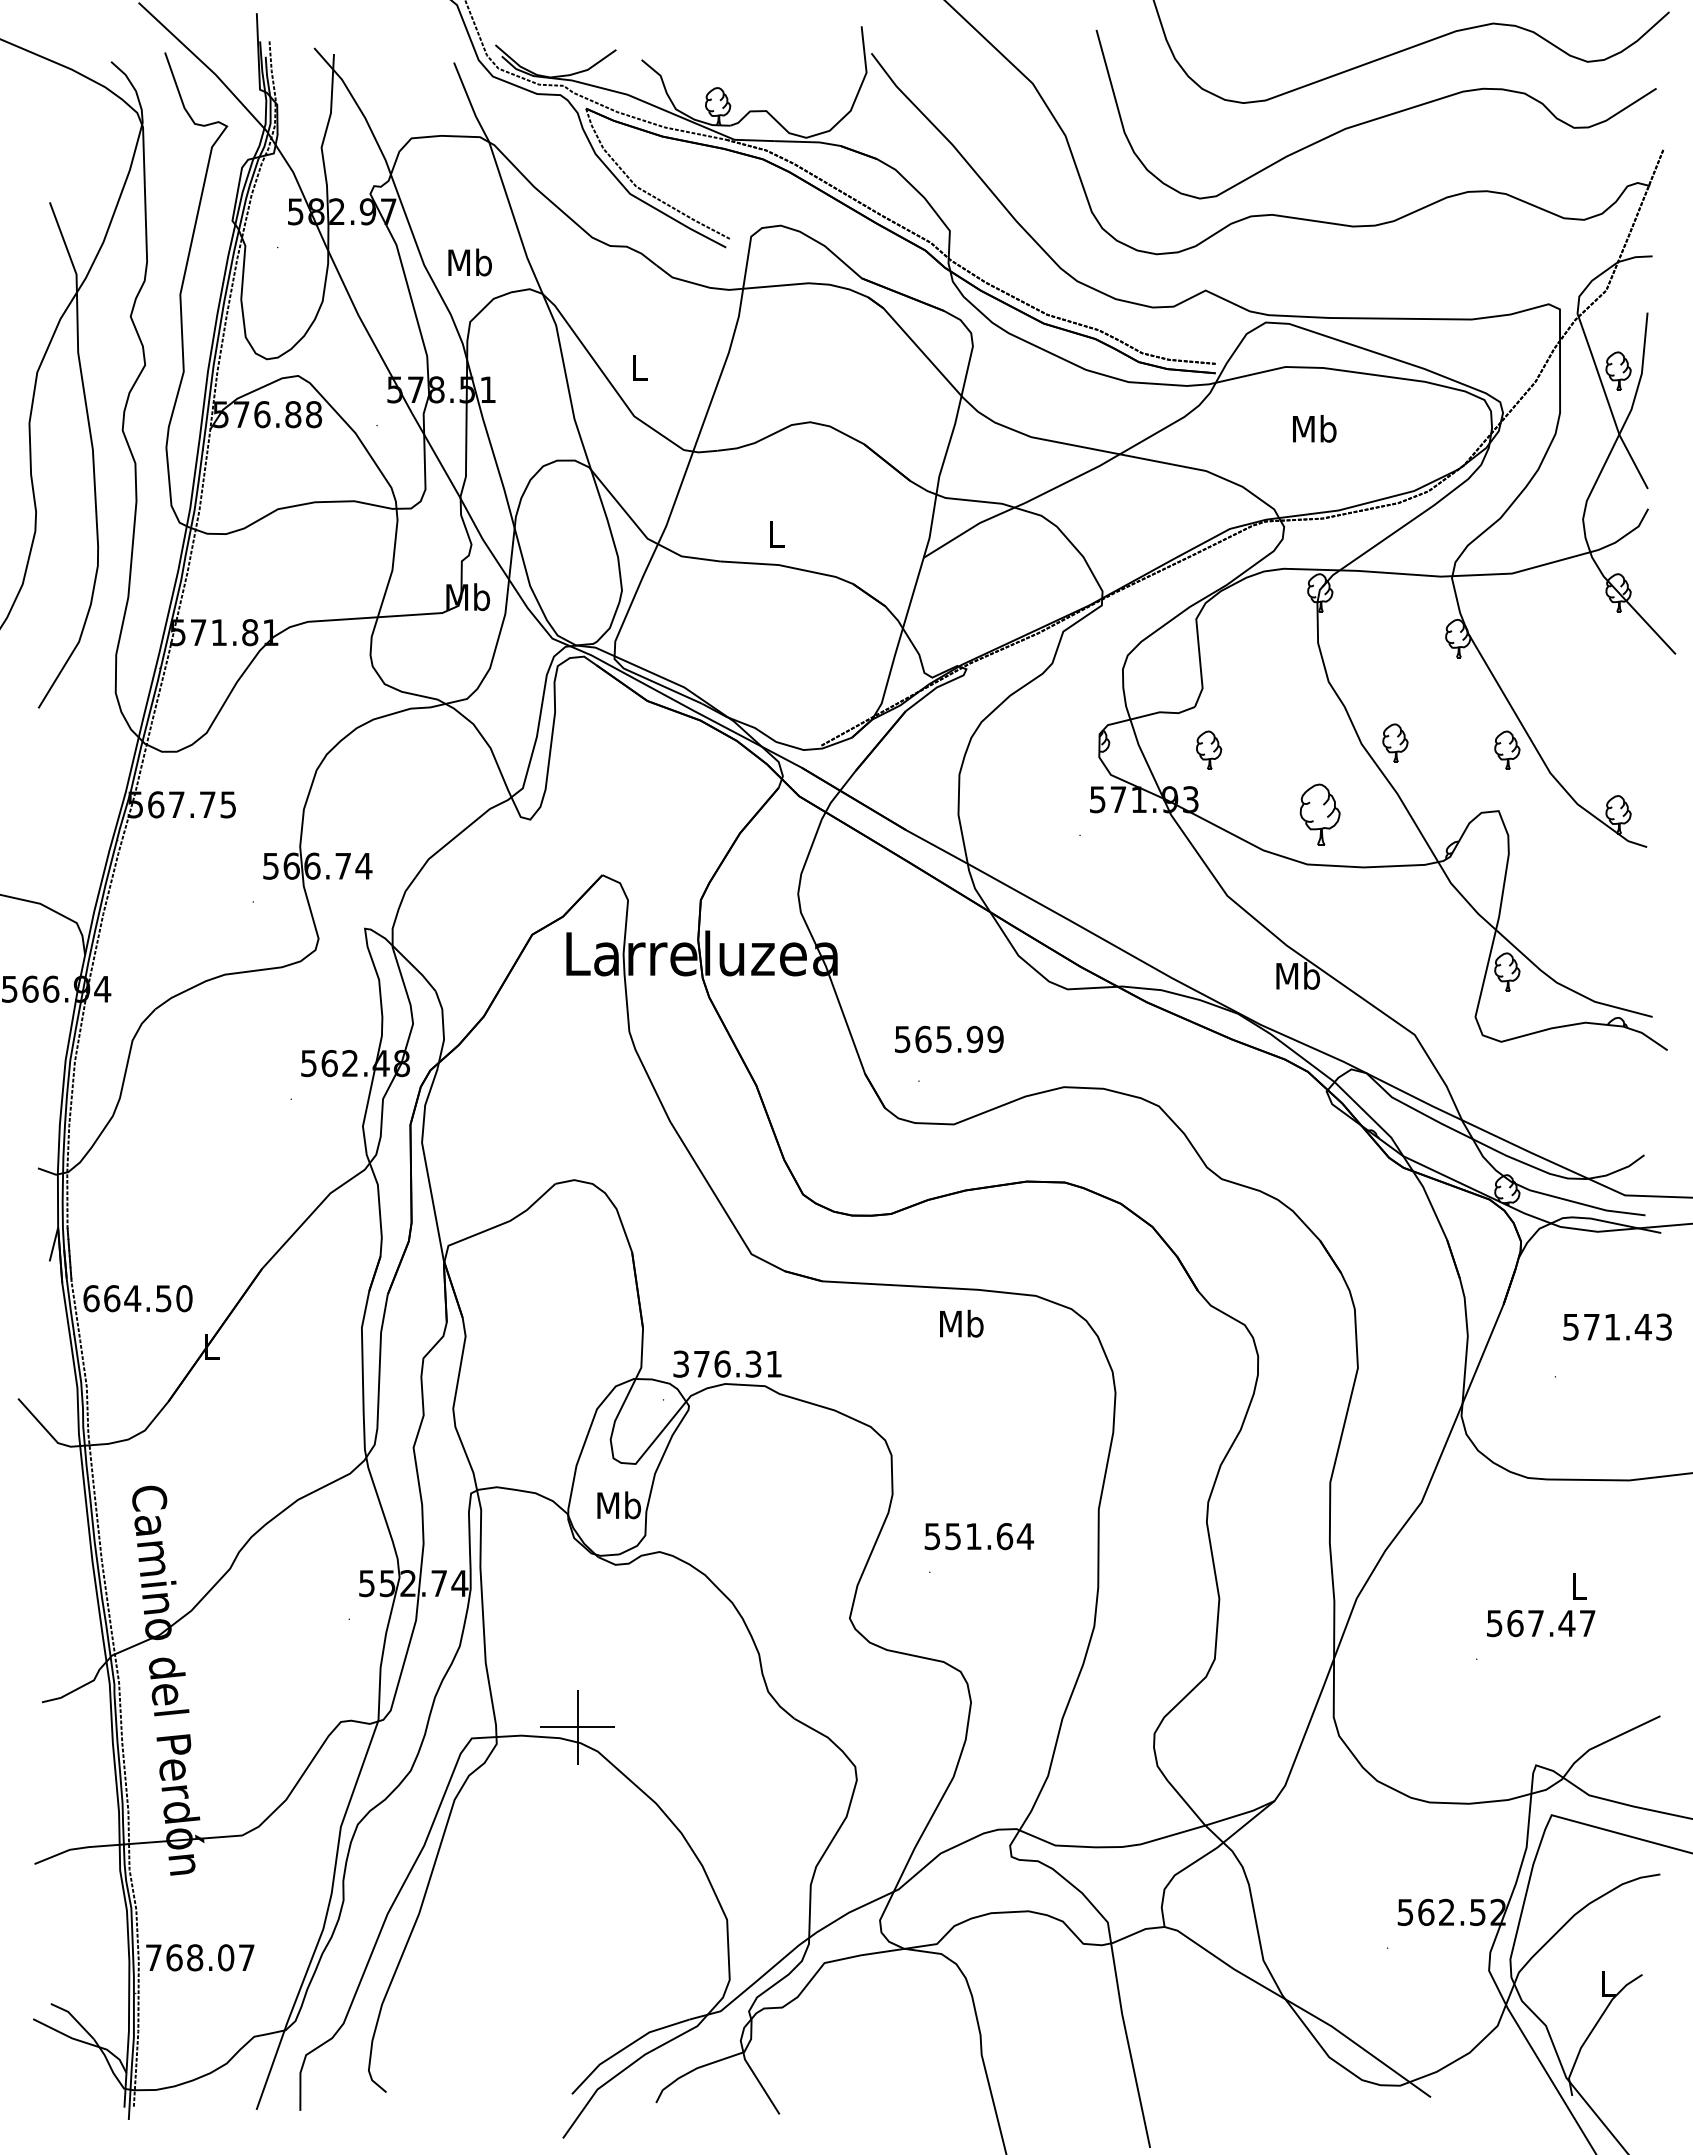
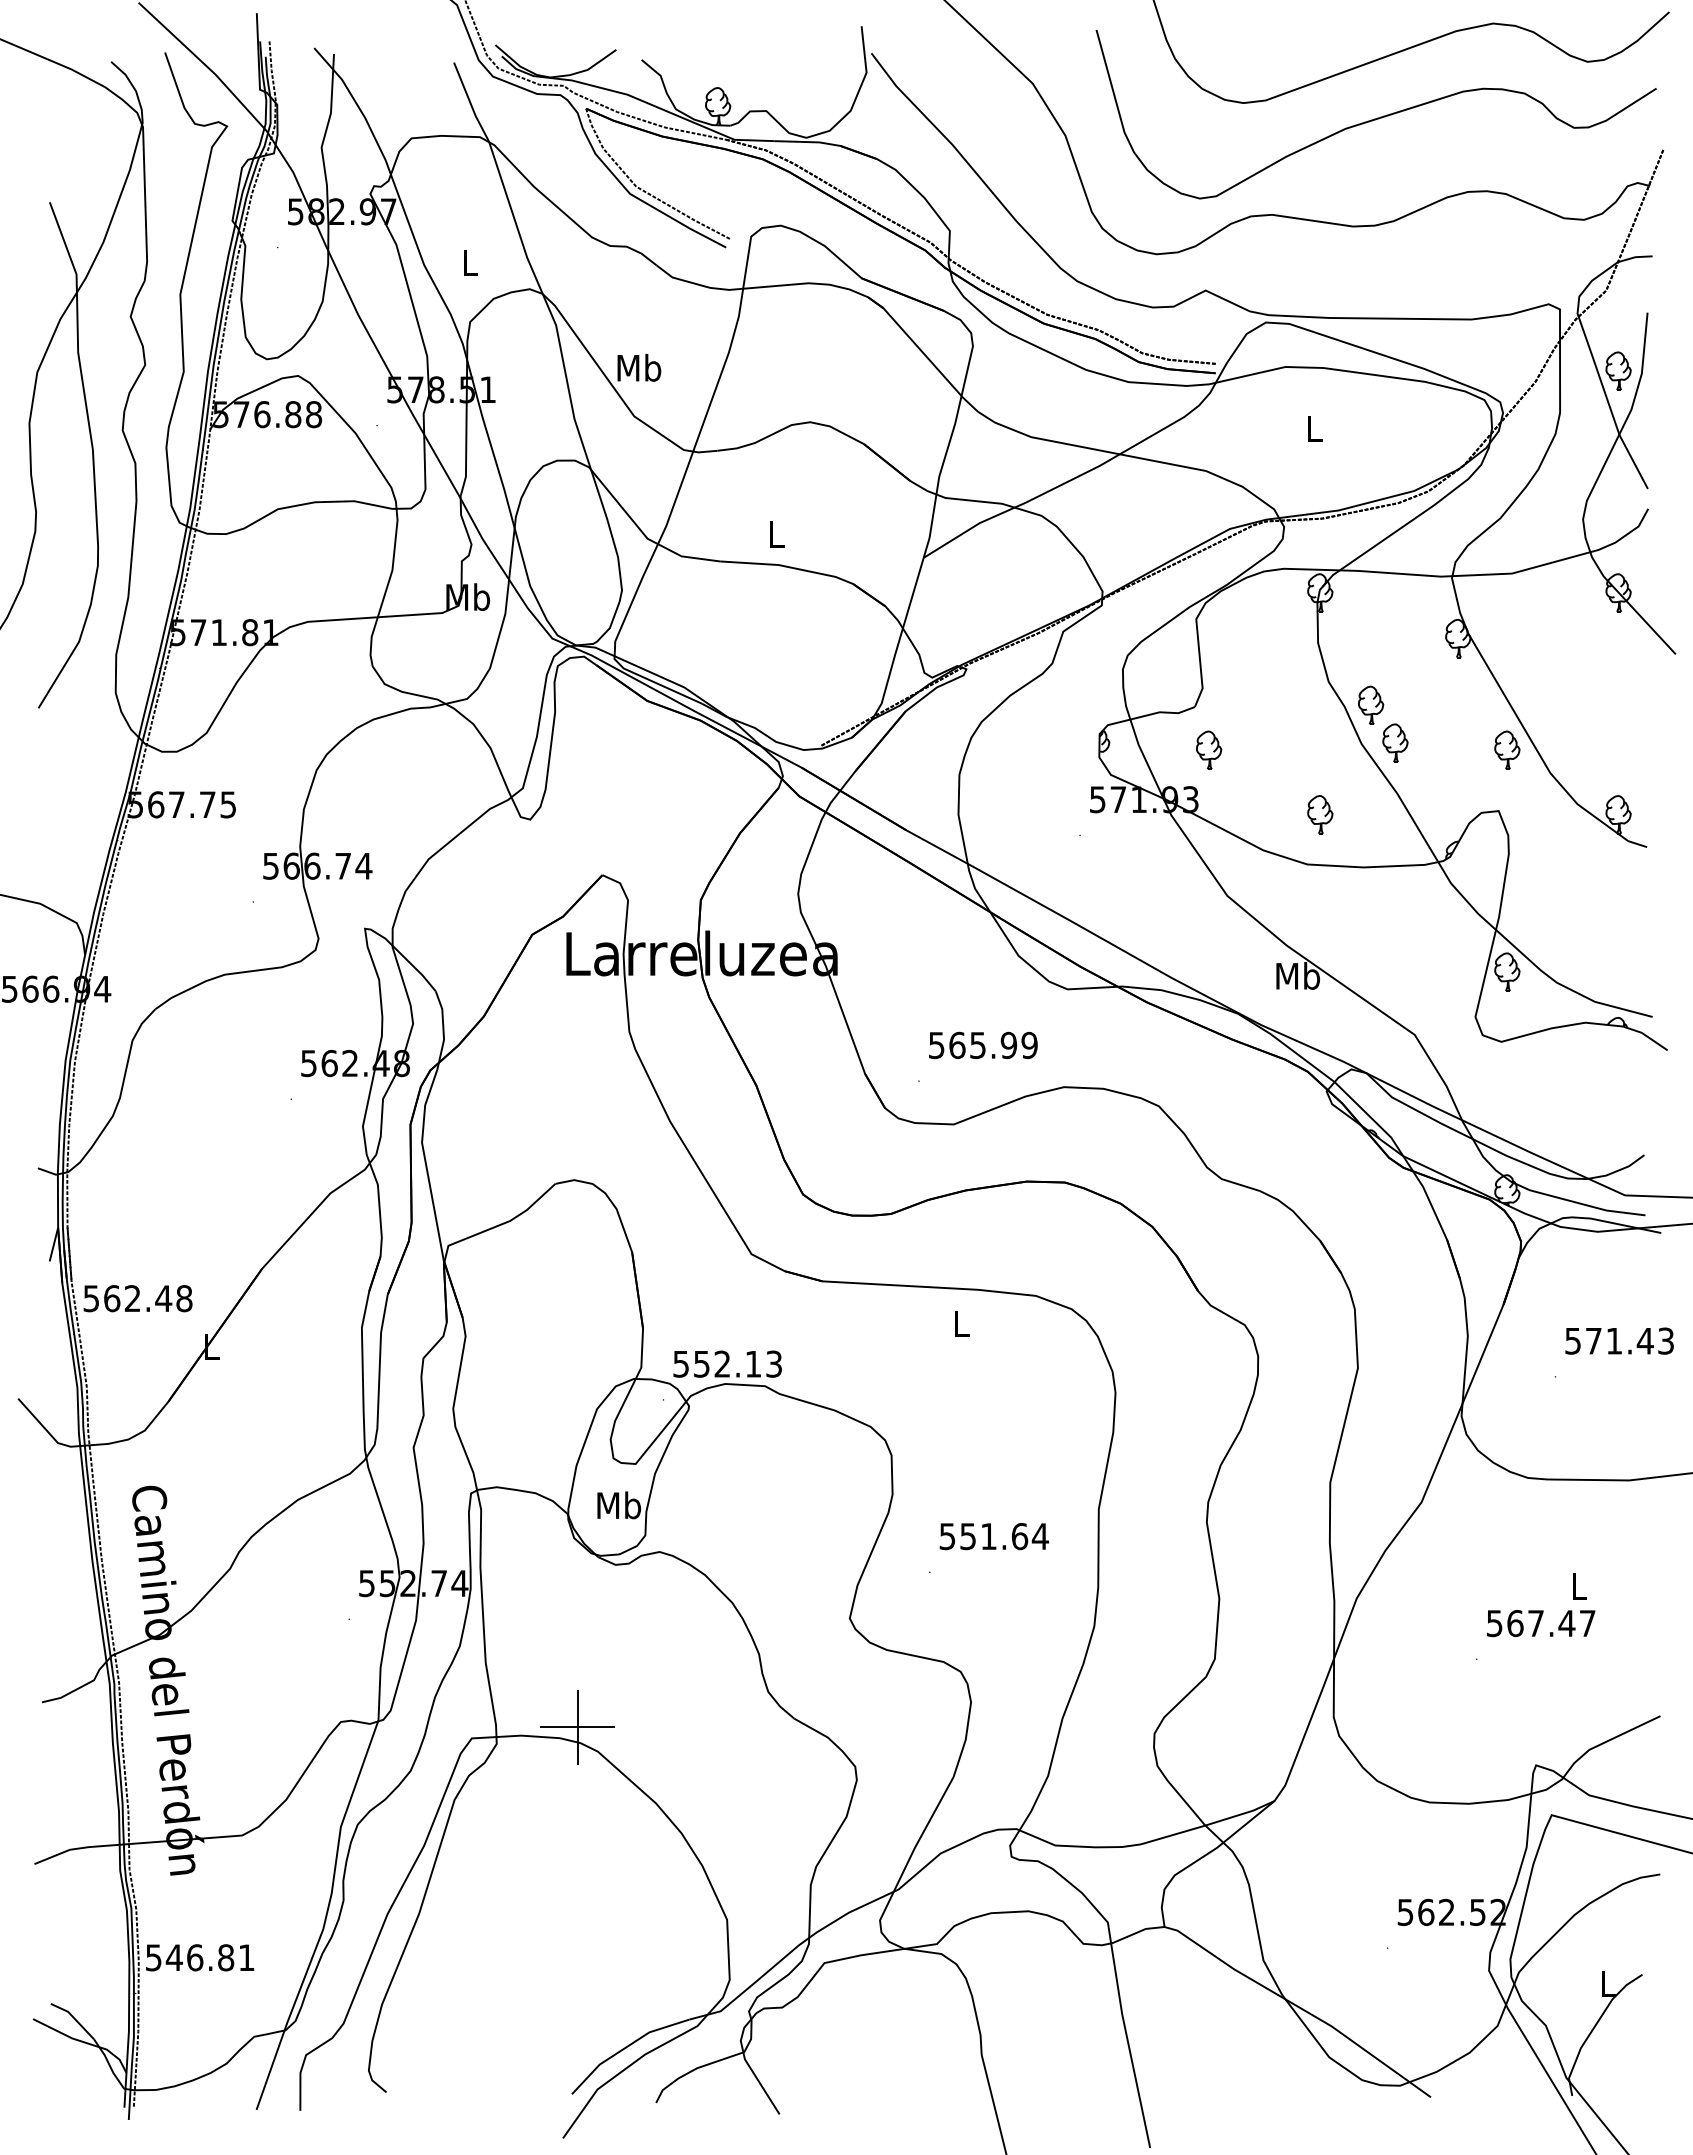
text at (469, 262): Mb -> L
text at (639, 367): L -> Mb
text at (1314, 428): Mb -> L
part at (1371, 704): none -> present
part at (1319, 814) size: 42x63 px -> 27x40 px
text at (949, 1038) position: (949, 1038) -> (983, 1044)
text at (137, 1298): 664.50 -> 562.48
text at (961, 1323): Mb -> L
text at (1617, 1326) position: (1617, 1326) -> (1619, 1340)
text at (727, 1363): 376.31 -> 552.13
text at (978, 1536) position: (978, 1536) -> (993, 1536)
text at (200, 1957): 768.07 -> 546.81
